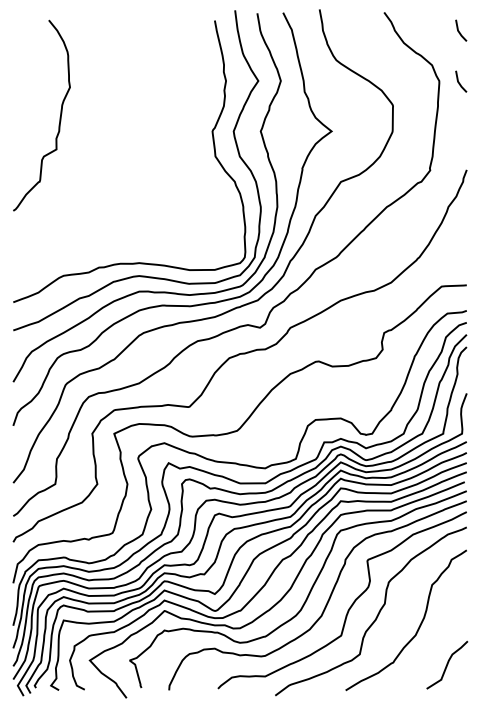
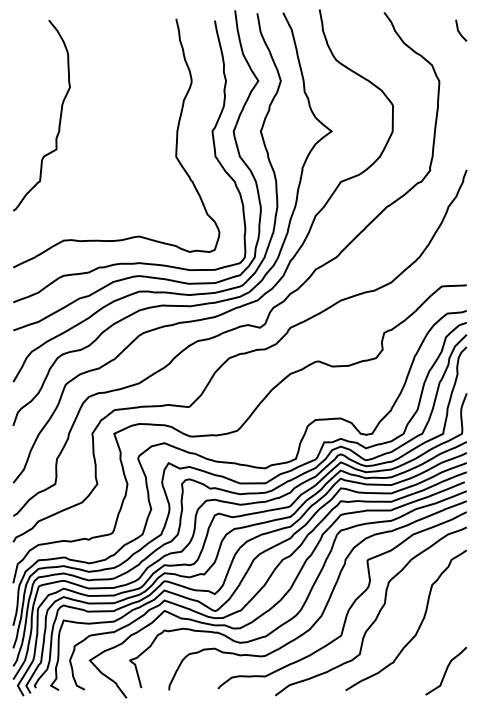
line at (459, 81): present -> none
curve at (175, 144): none -> present
curve at (447, 664) position: (447, 664) -> (446, 670)
